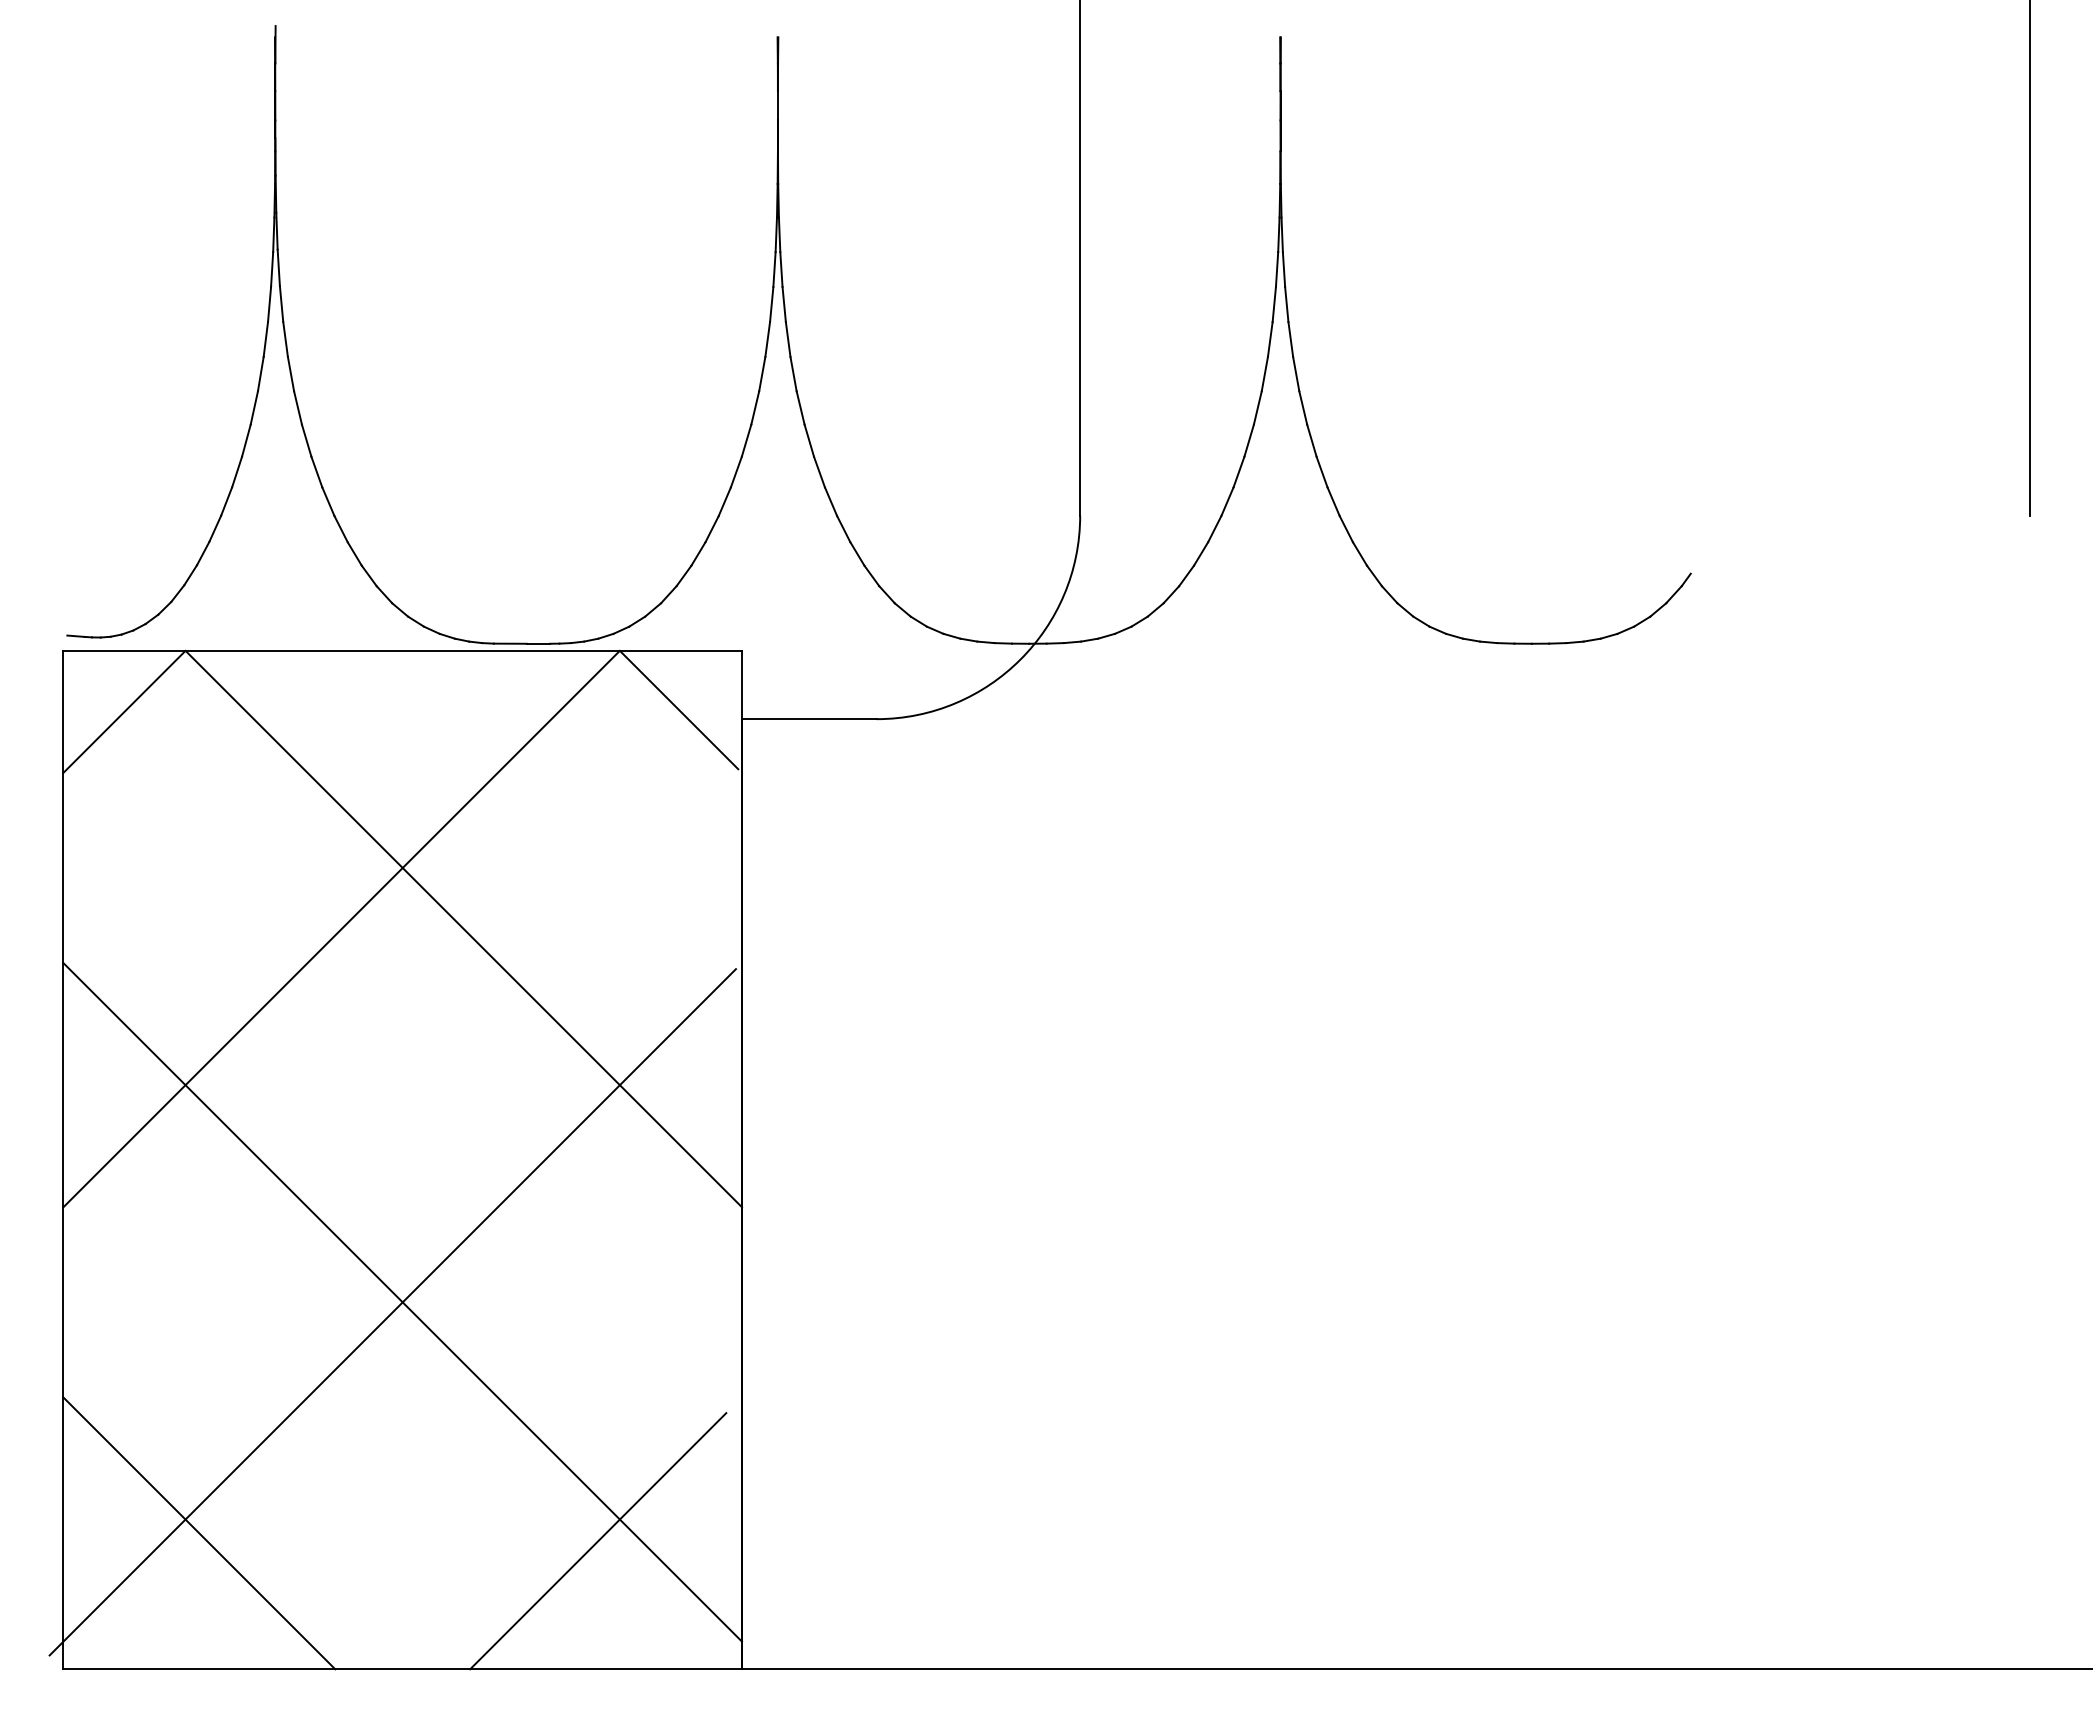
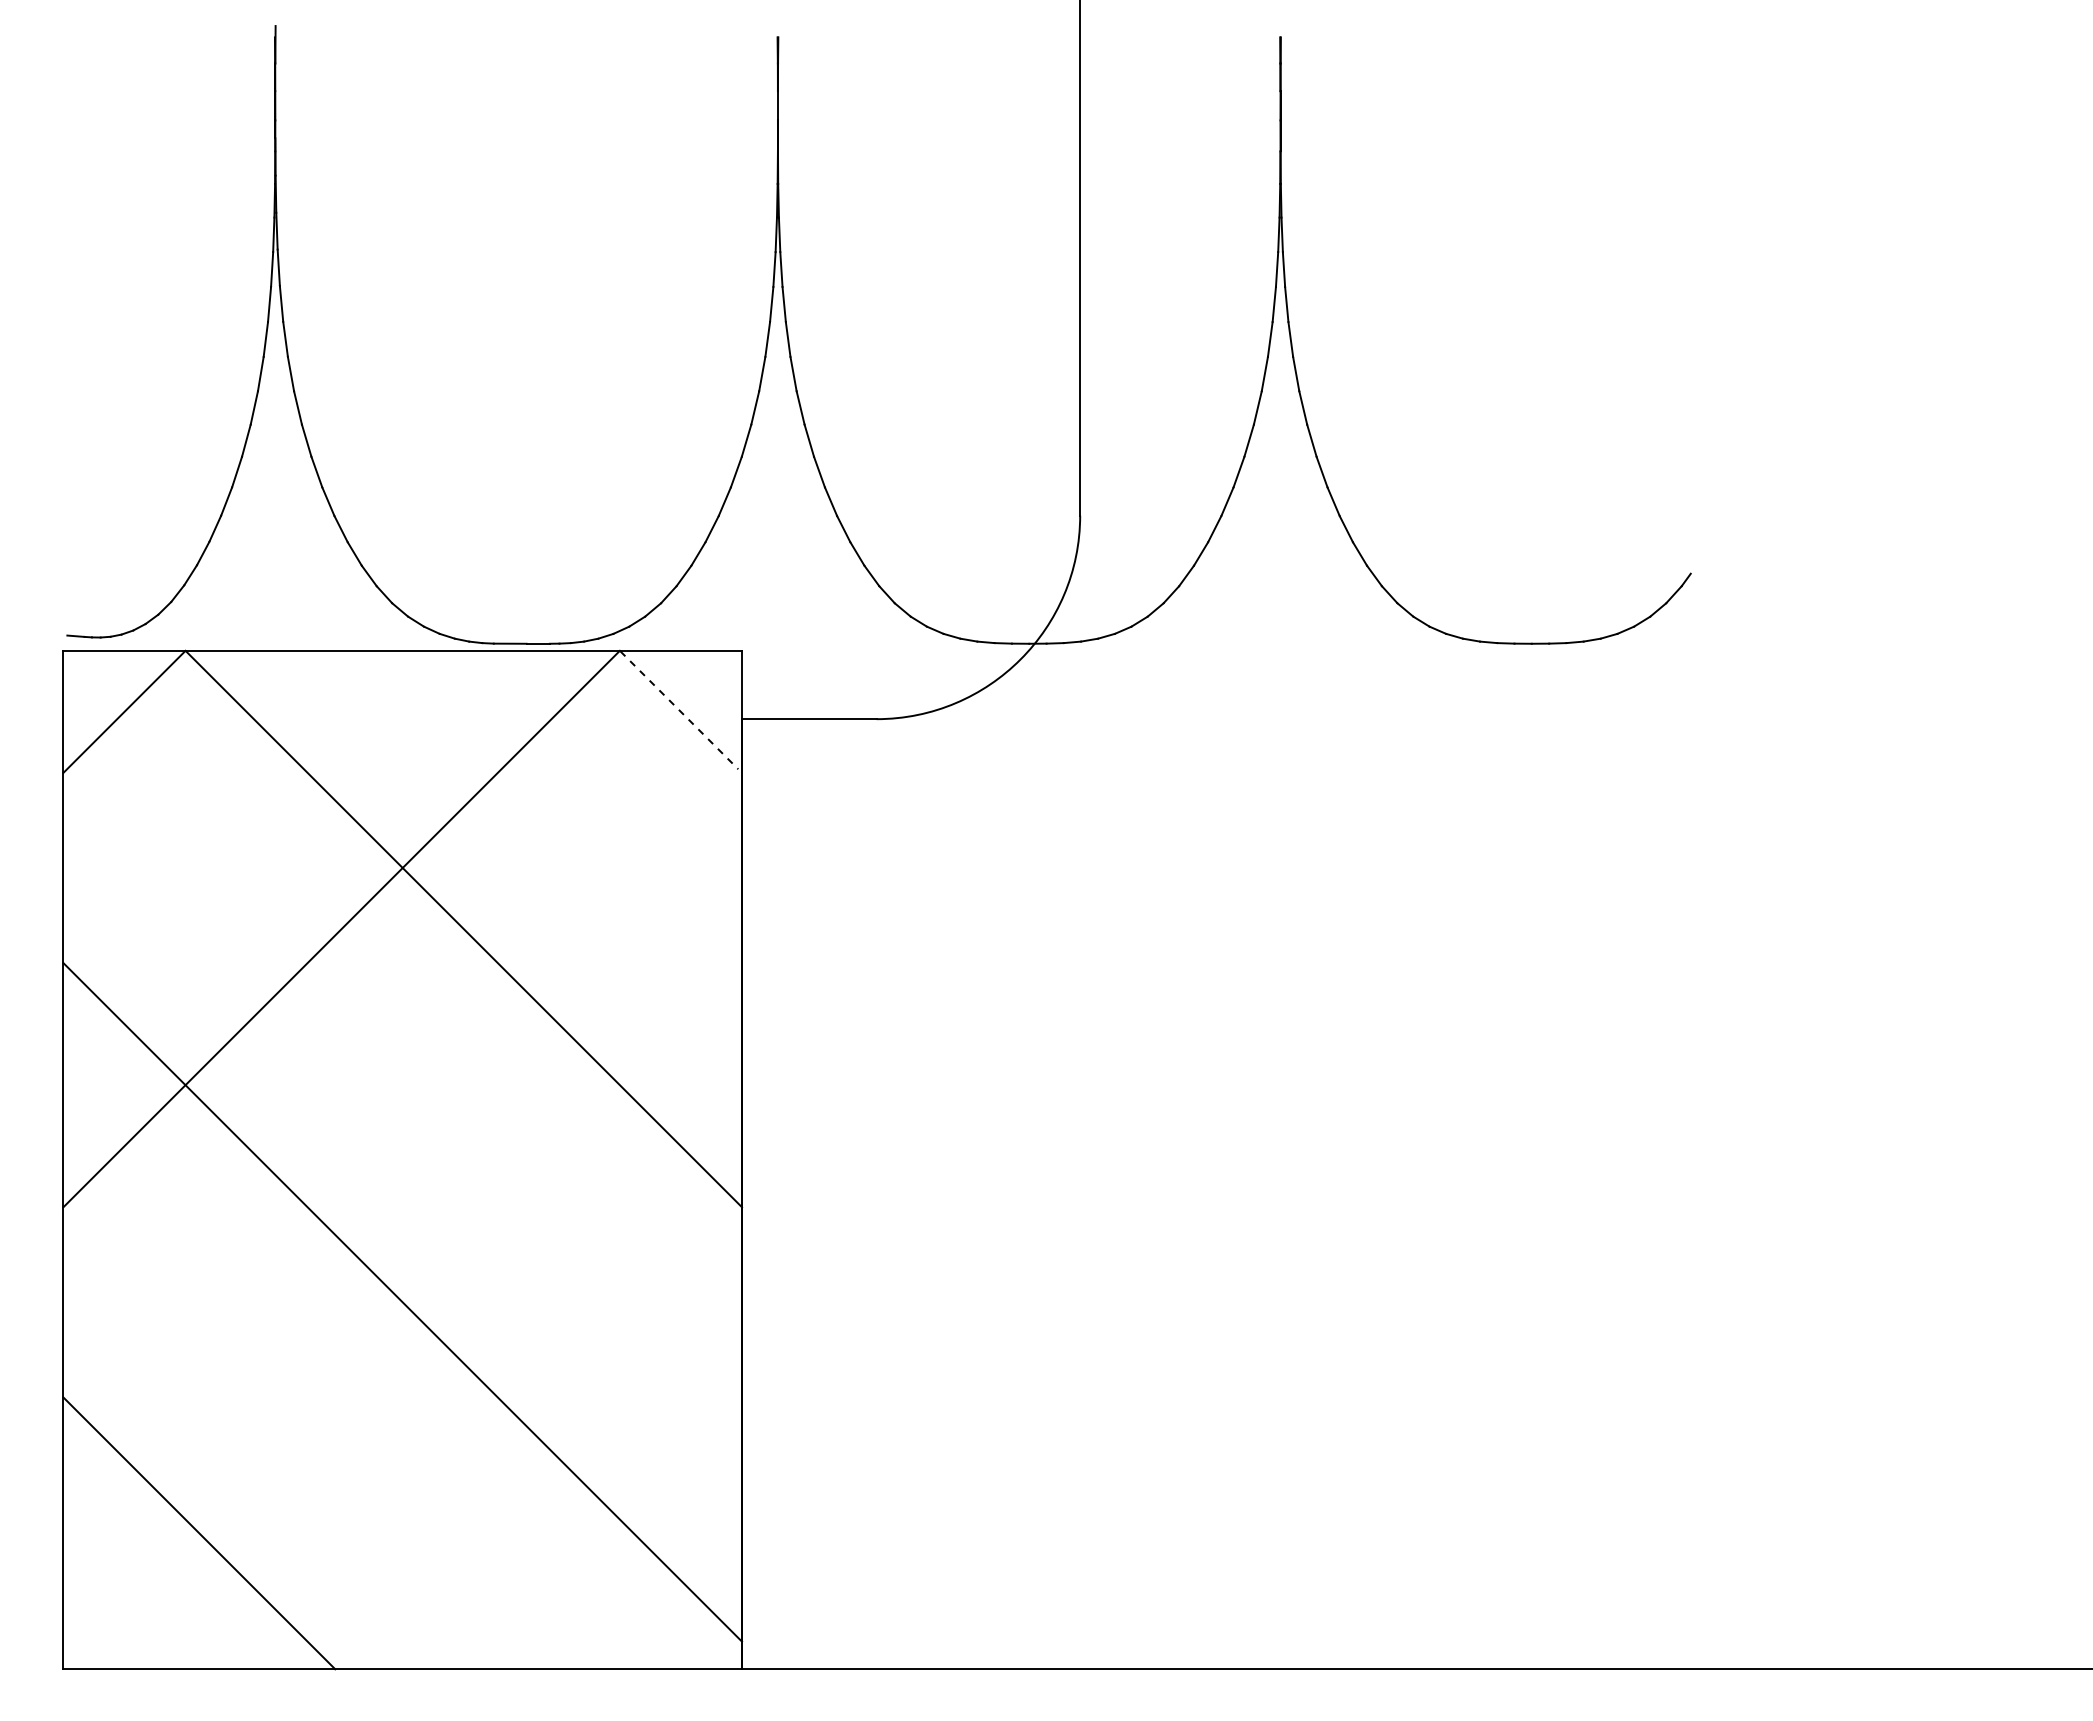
line at (2030, 258): present -> none
line at (679, 710): solid -> dashed
line at (392, 1312): present -> none
line at (598, 1541): present -> none
